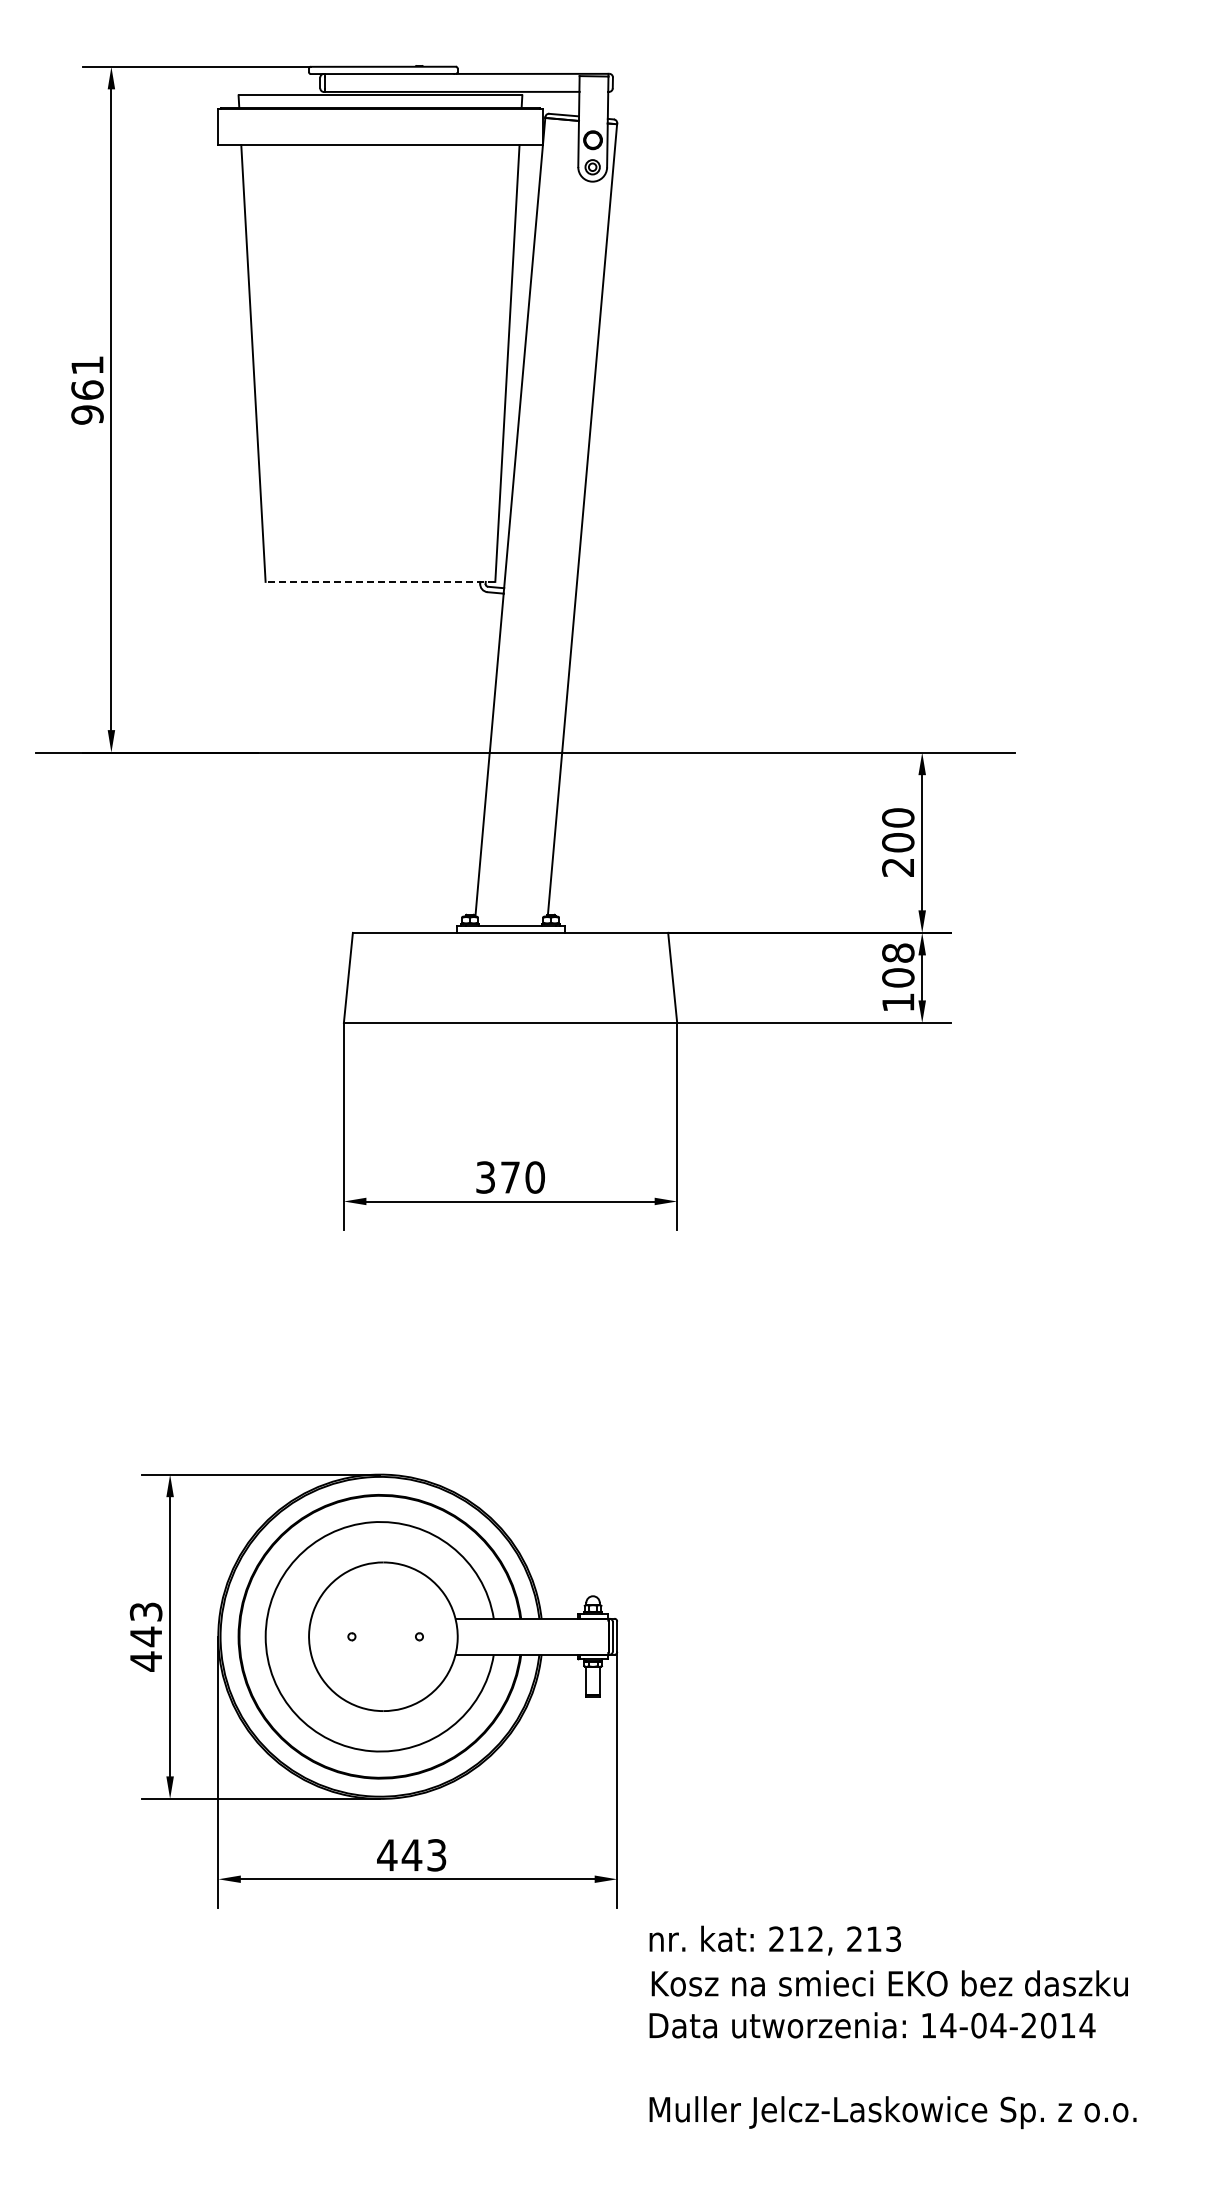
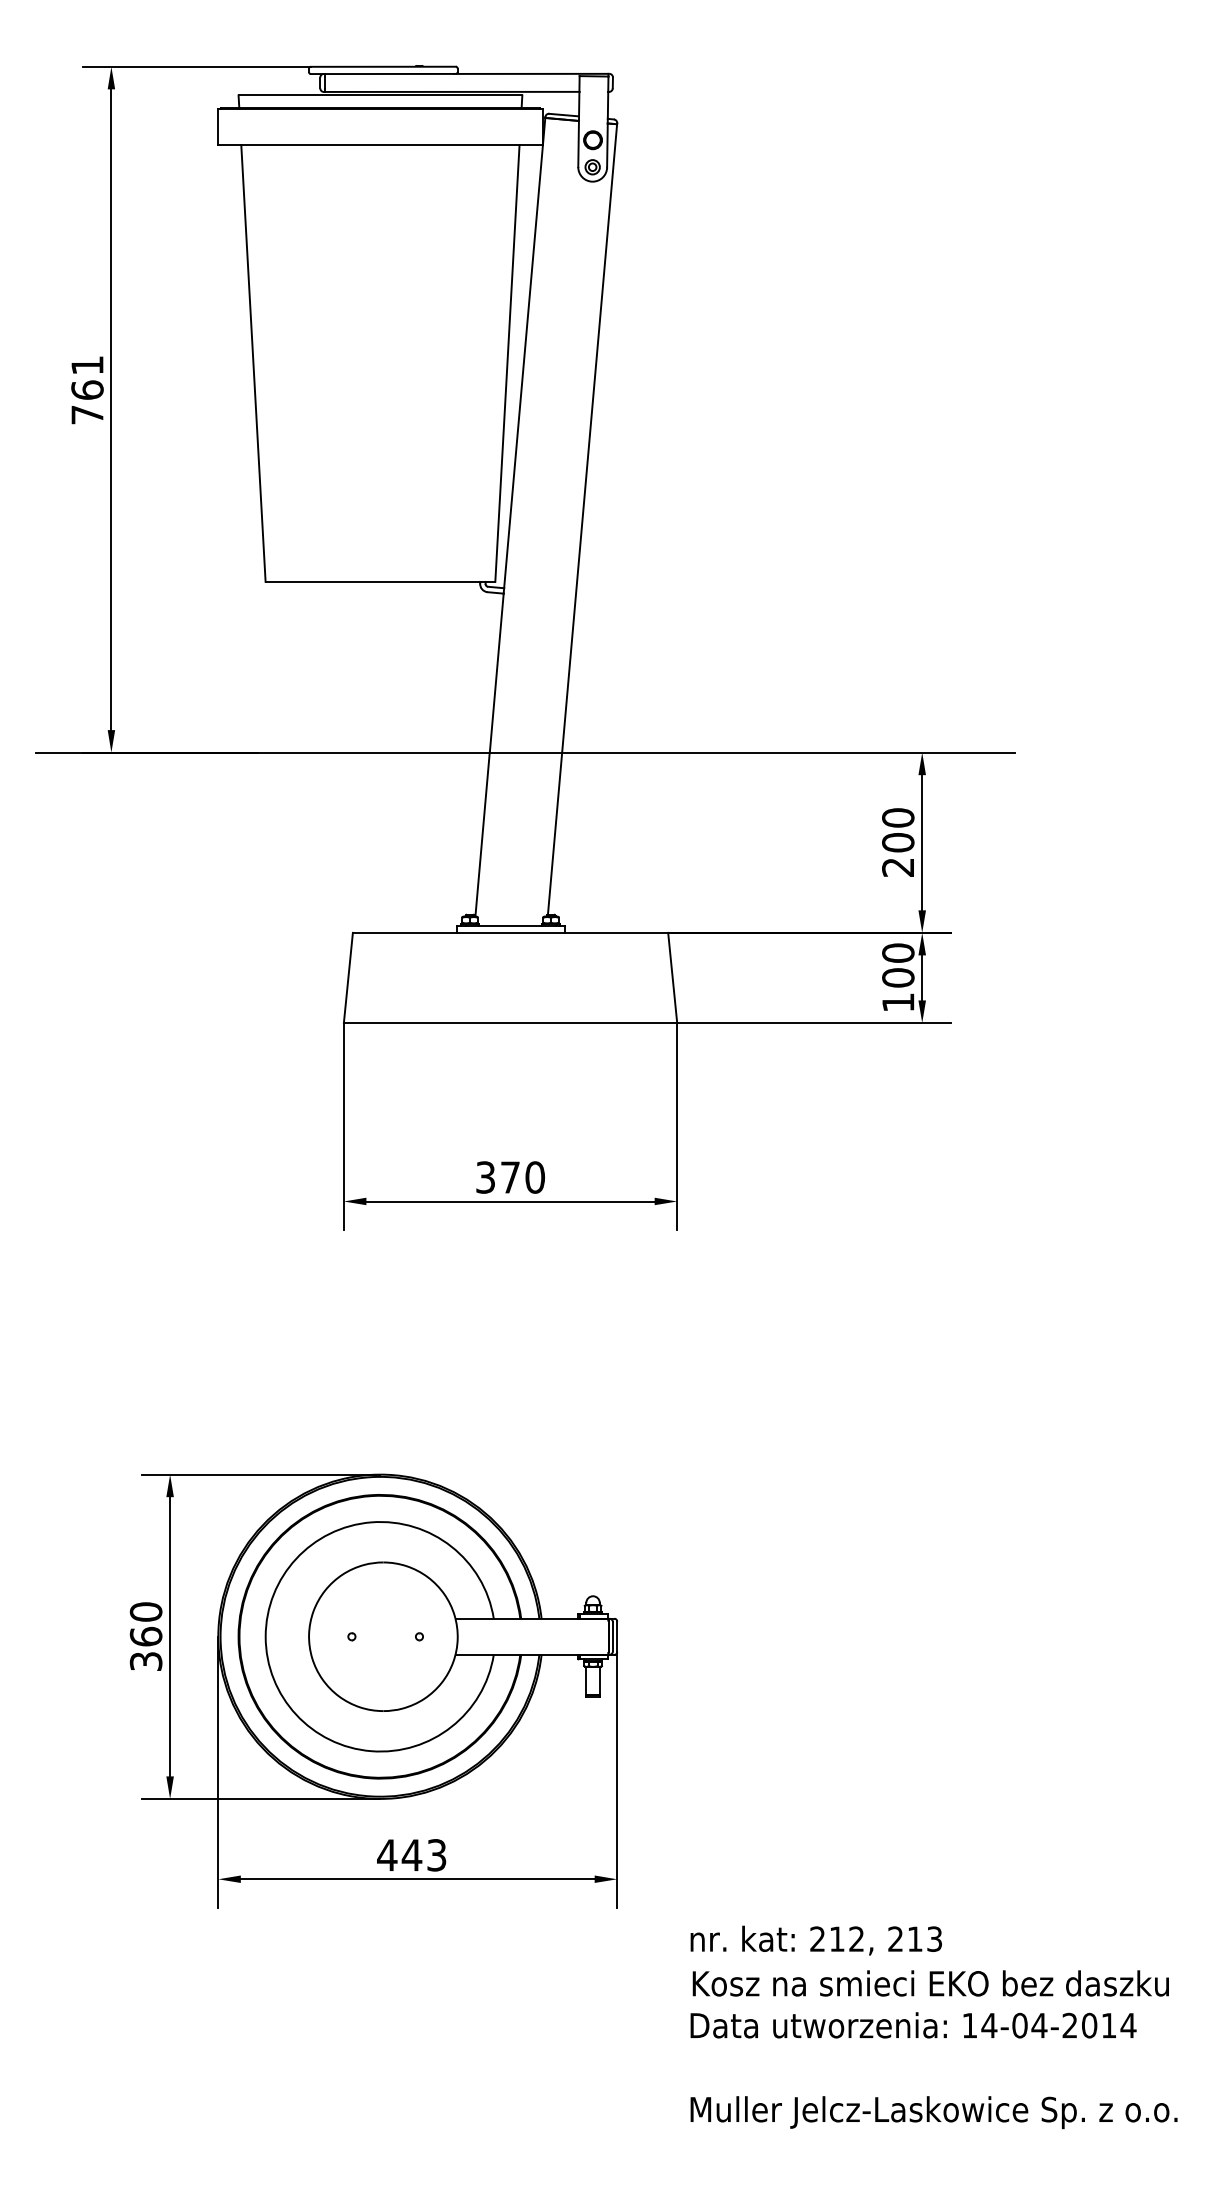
text at (87, 414): 961 -> 761
line at (380, 581): dashed -> solid
text at (898, 952): 108 -> 100
text at (145, 1636): 443 -> 360
text at (892, 2027) position: (892, 2027) -> (933, 2027)
